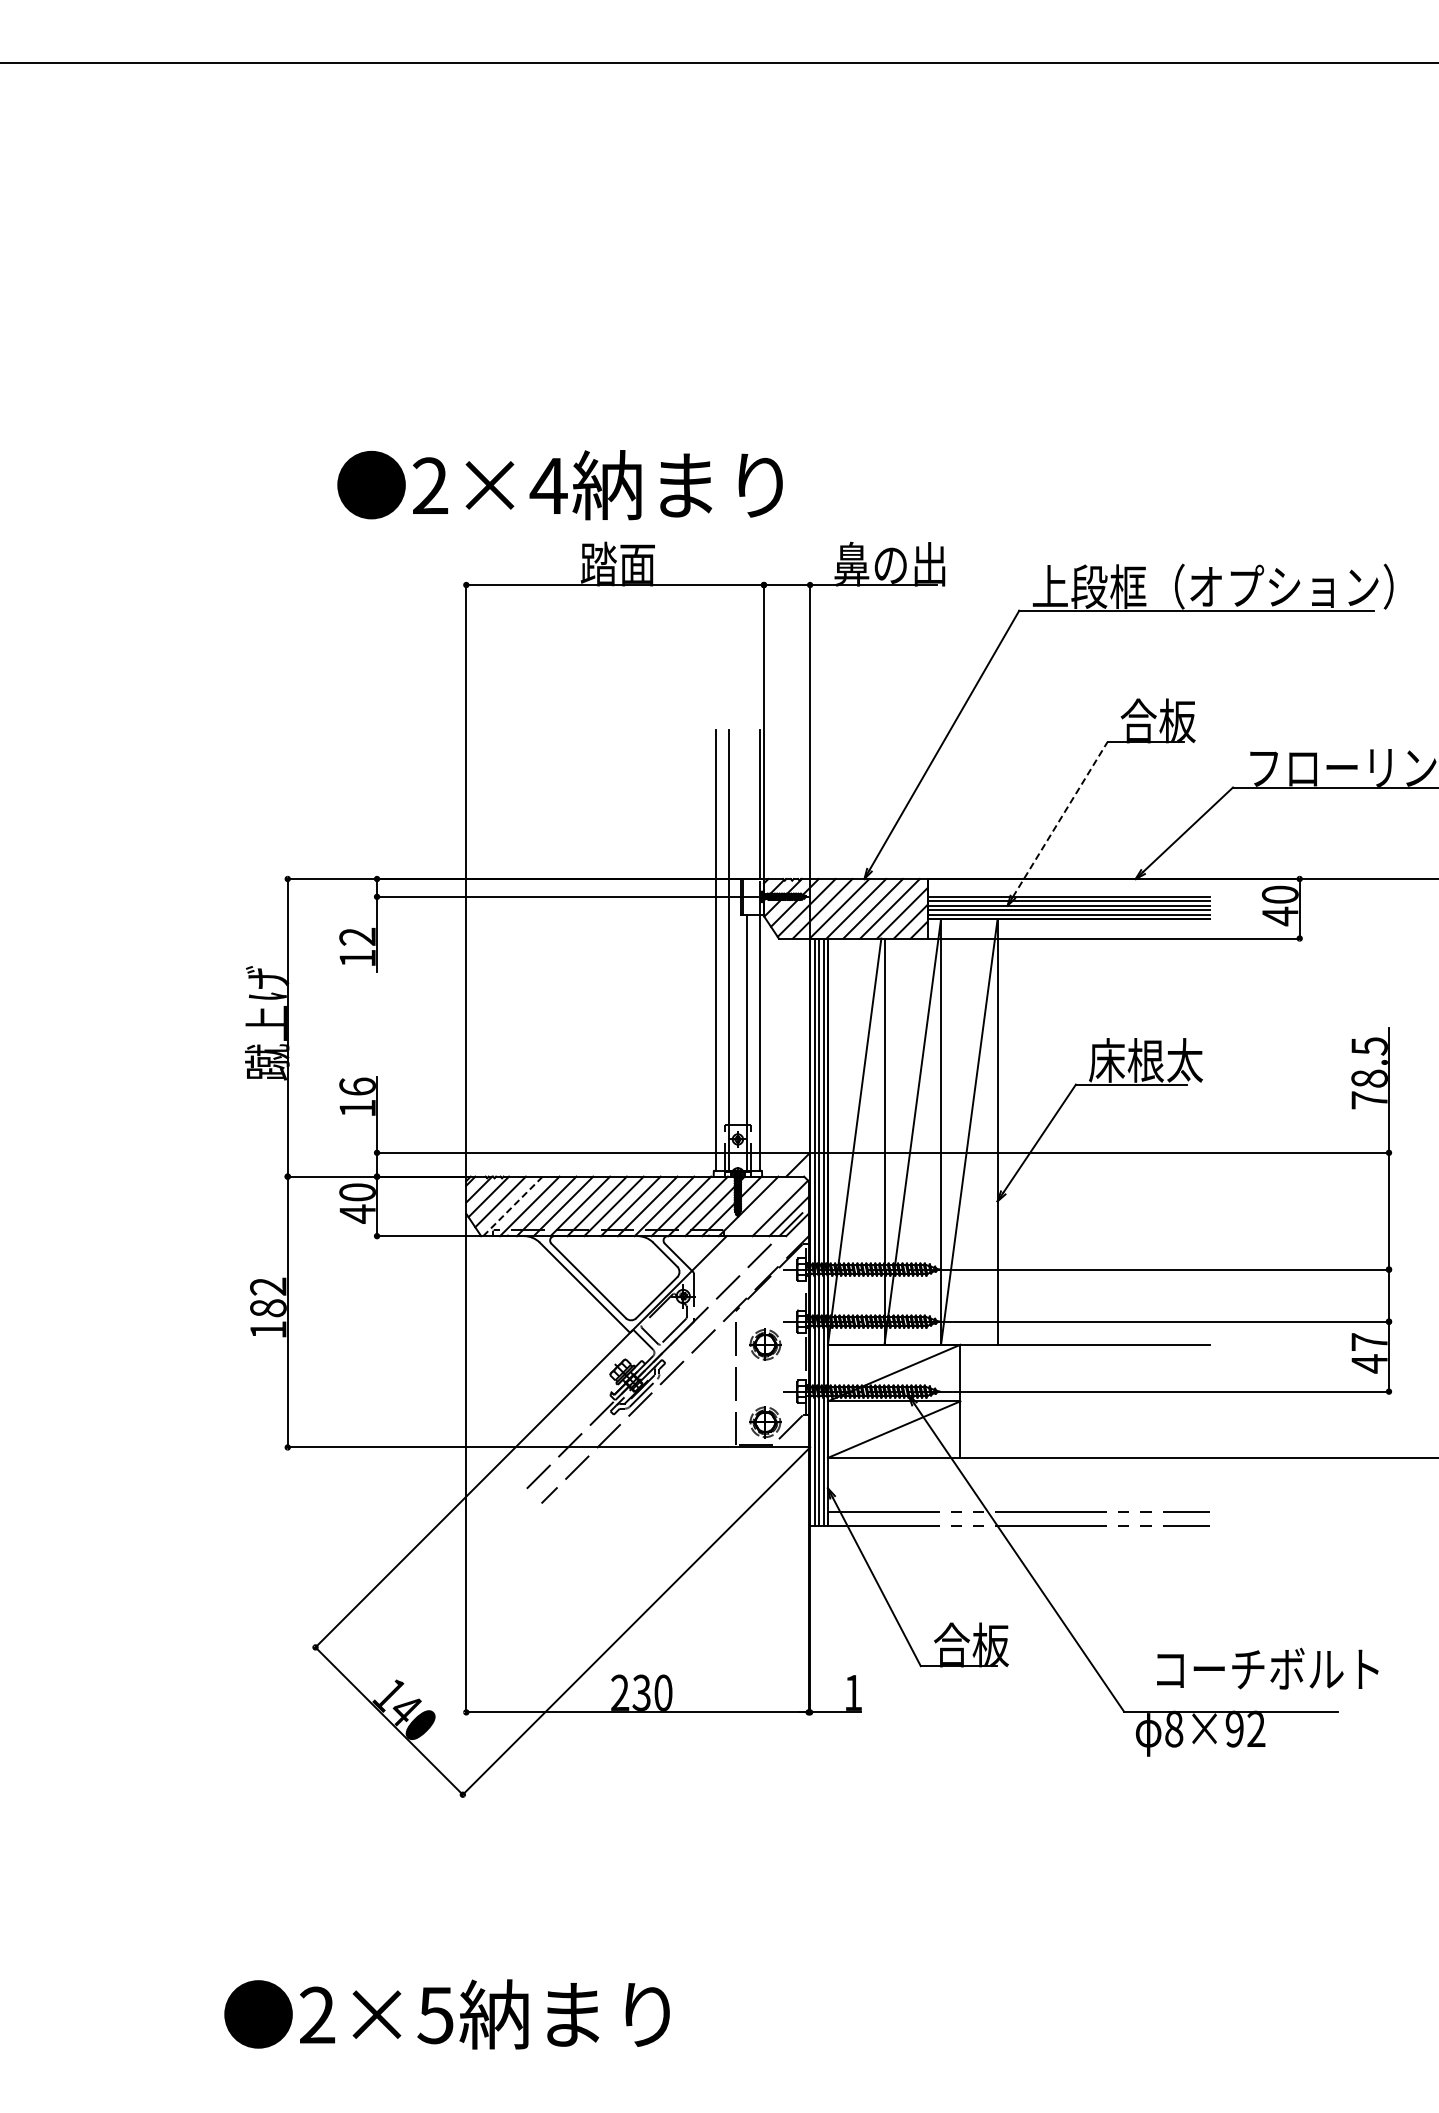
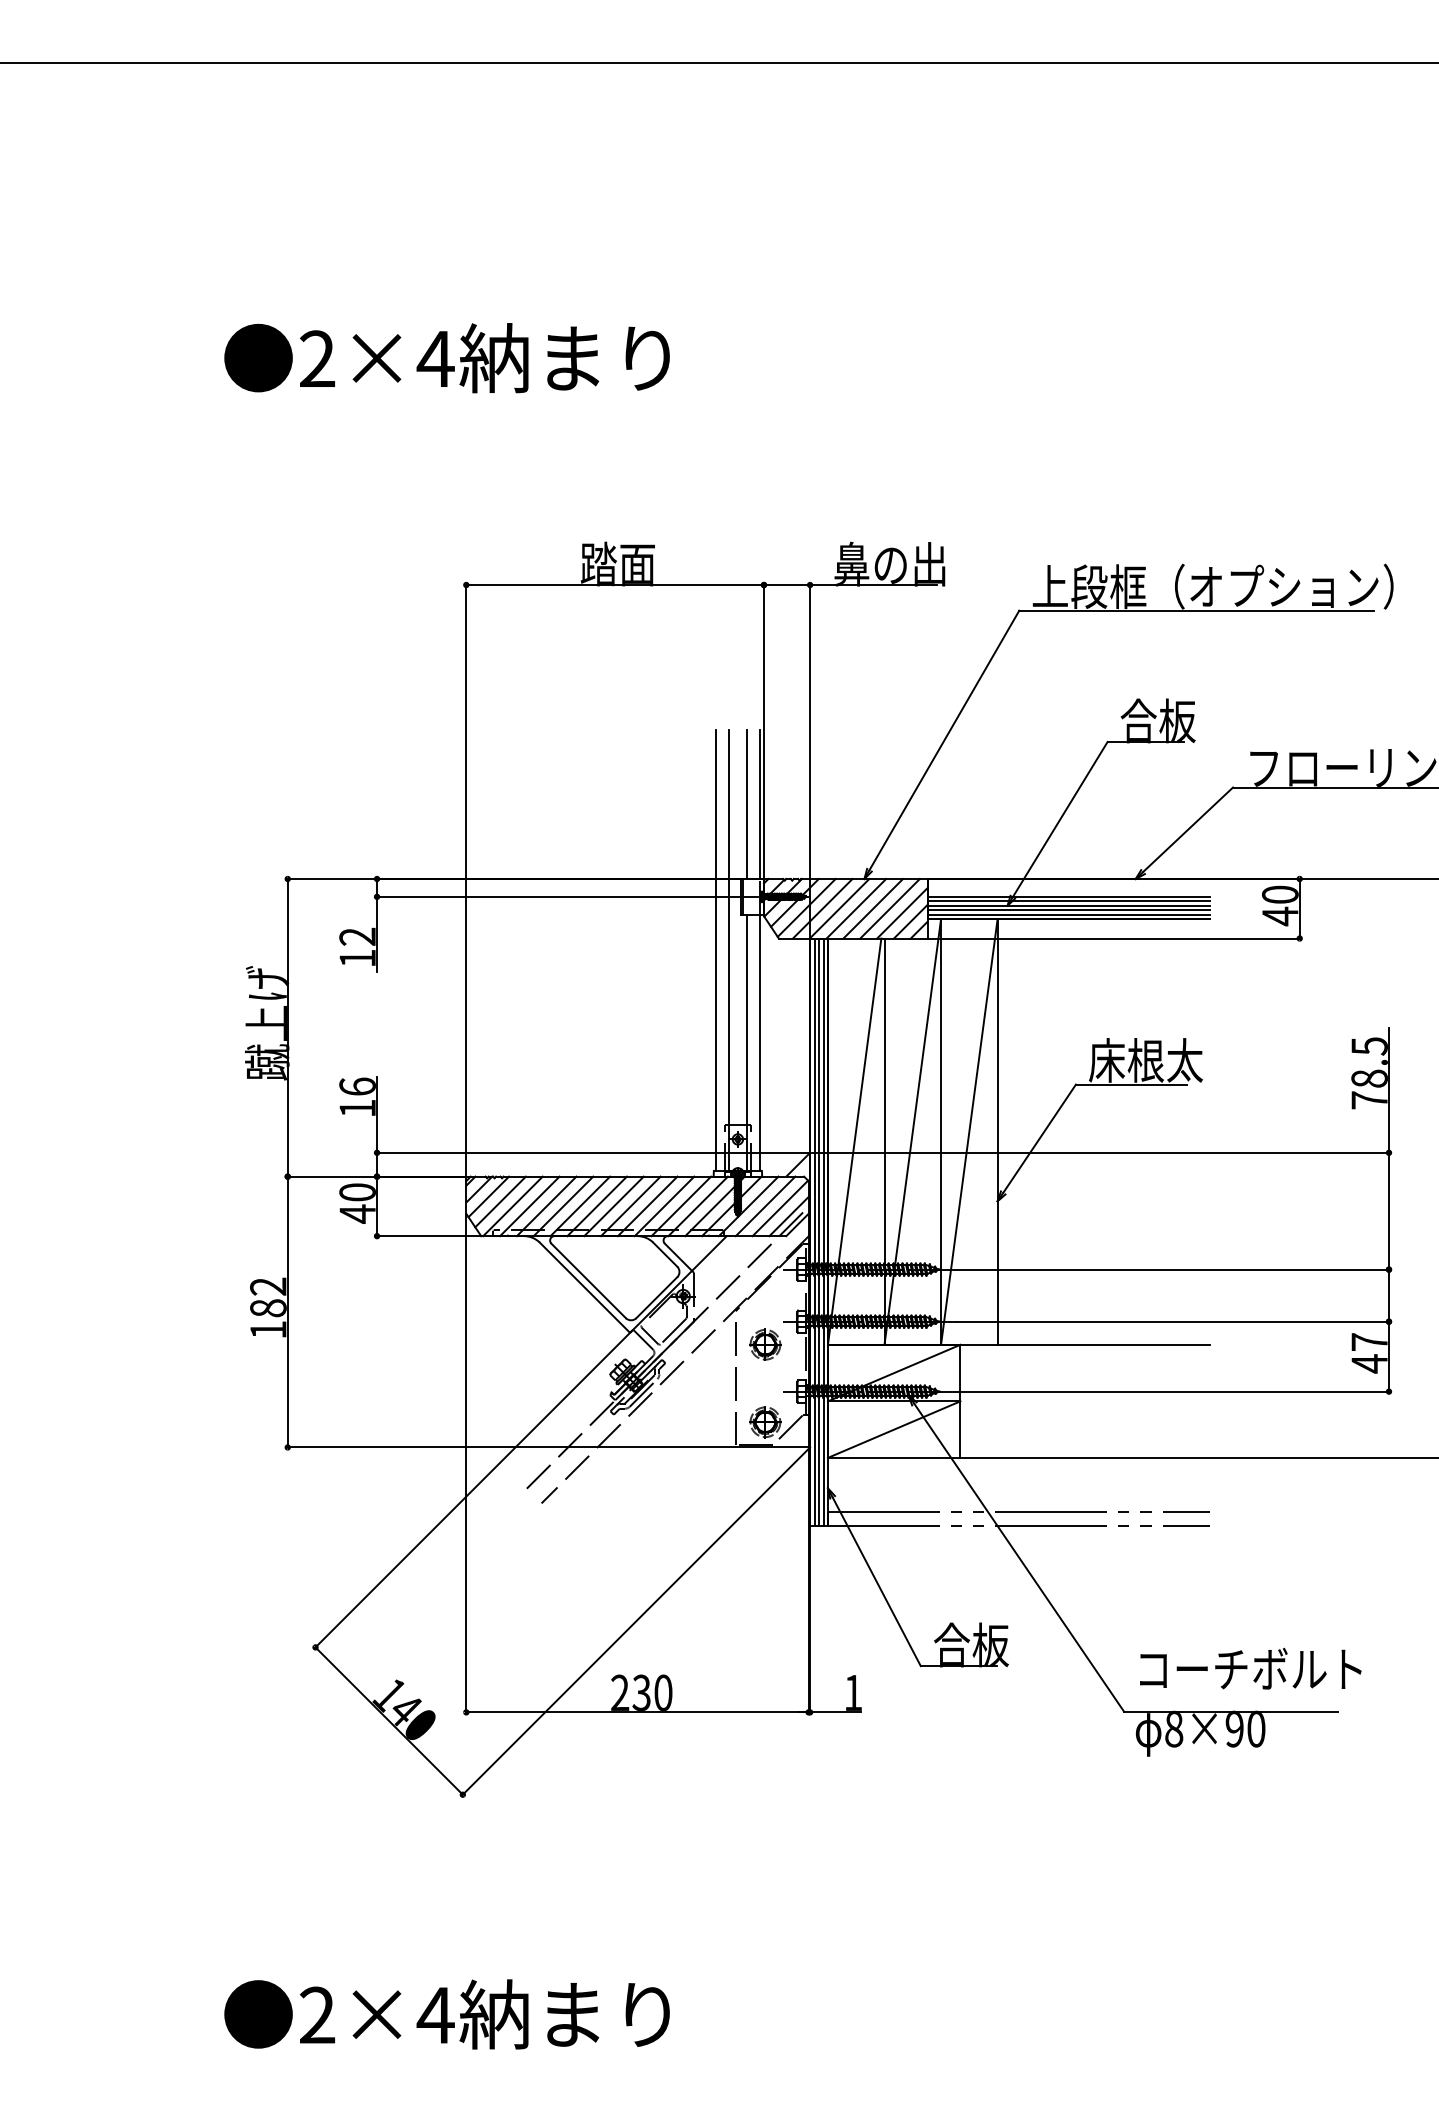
text at (559, 485) position: (559, 485) -> (446, 358)
line at (746, 804): none -> present
line at (1060, 819): dashed -> solid
line at (513, 1206): dashed -> solid
line at (765, 1206): none -> present
text at (1267, 1668) position: (1267, 1668) -> (1250, 1668)
text at (1256, 1728): 8×92 -> 8×90
text at (435, 2015): 2×5 -> 2×4
